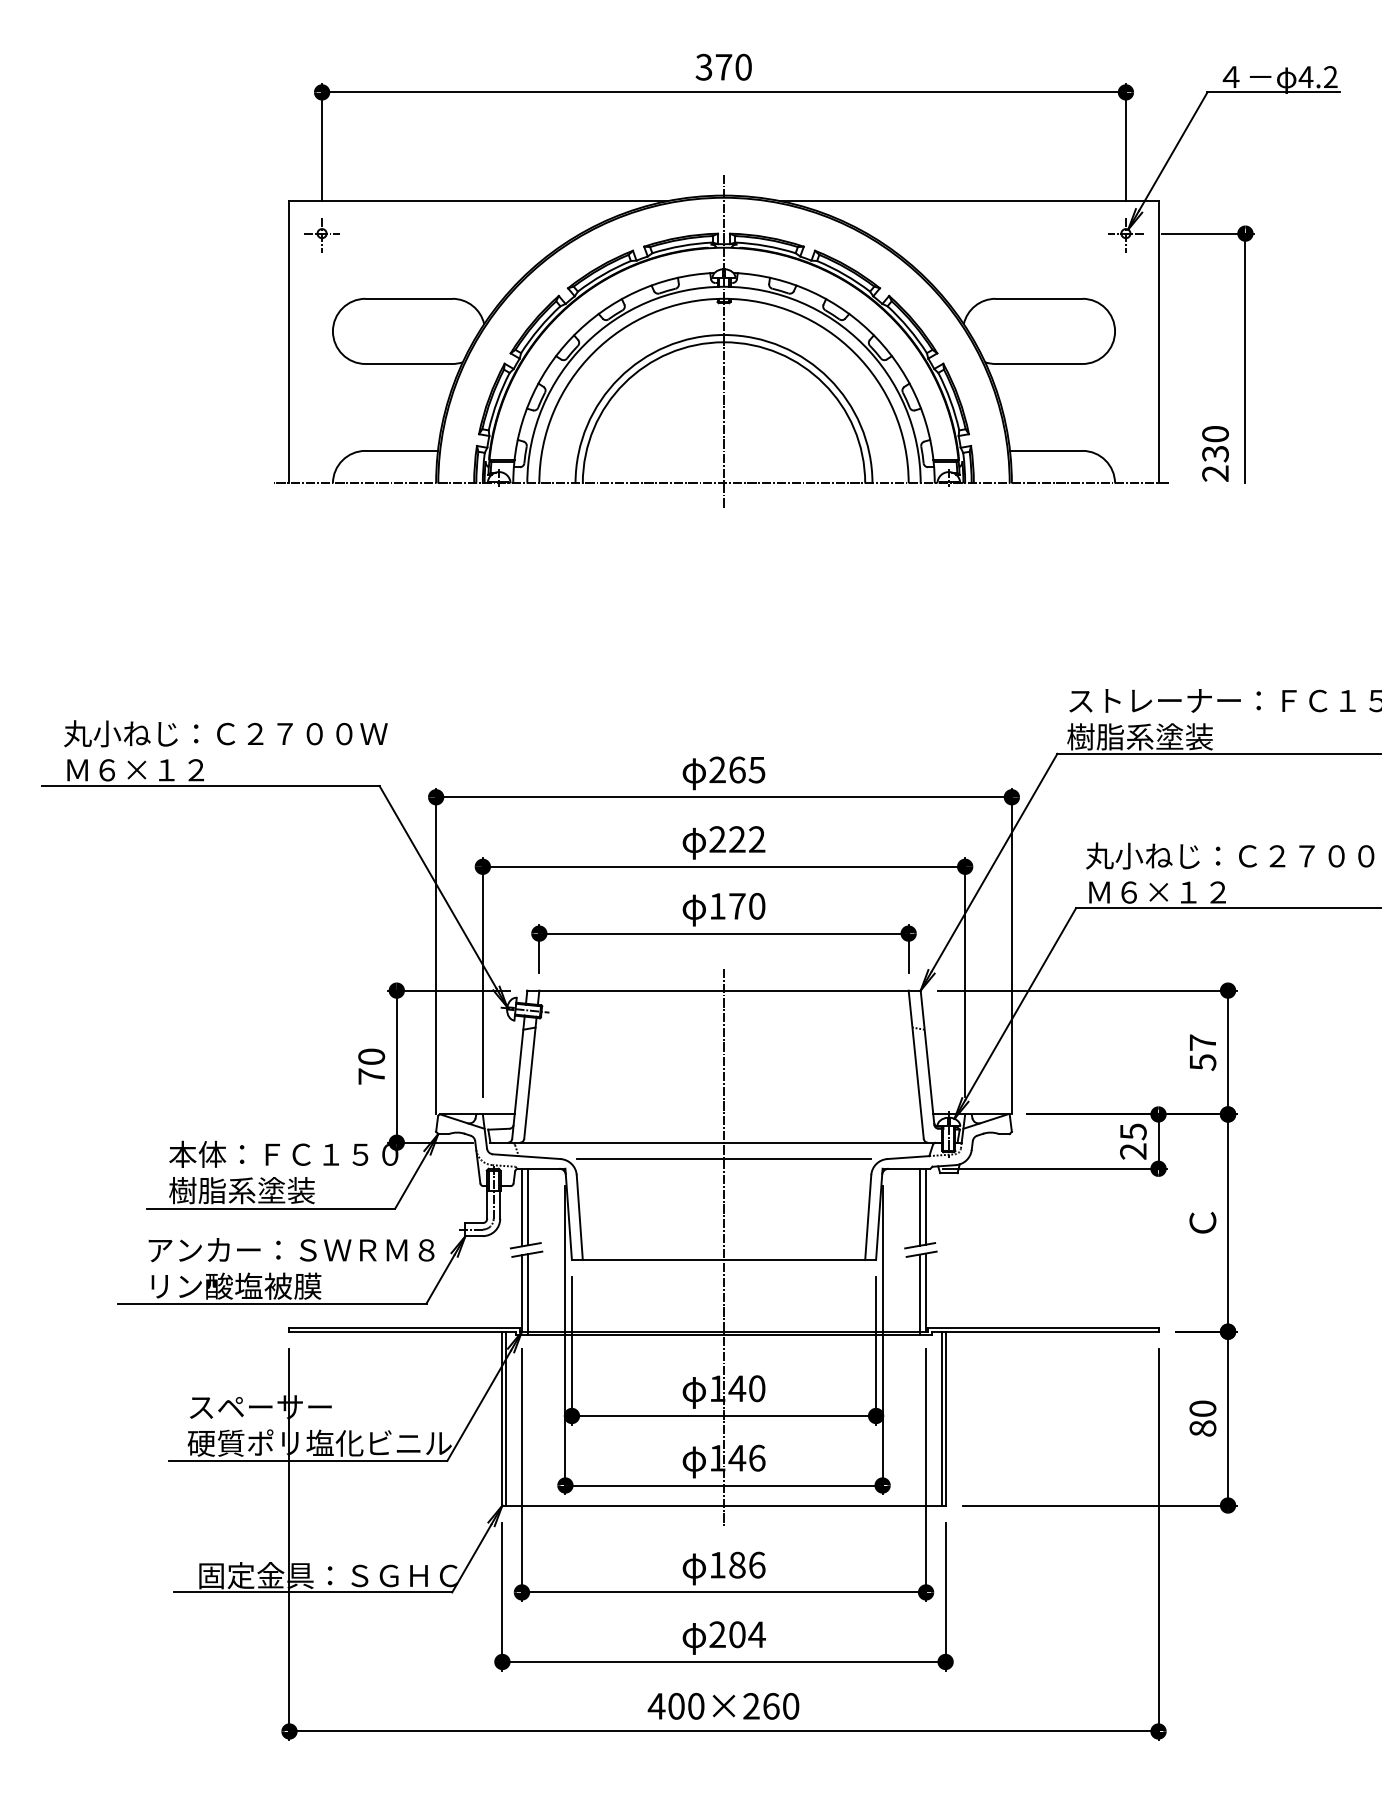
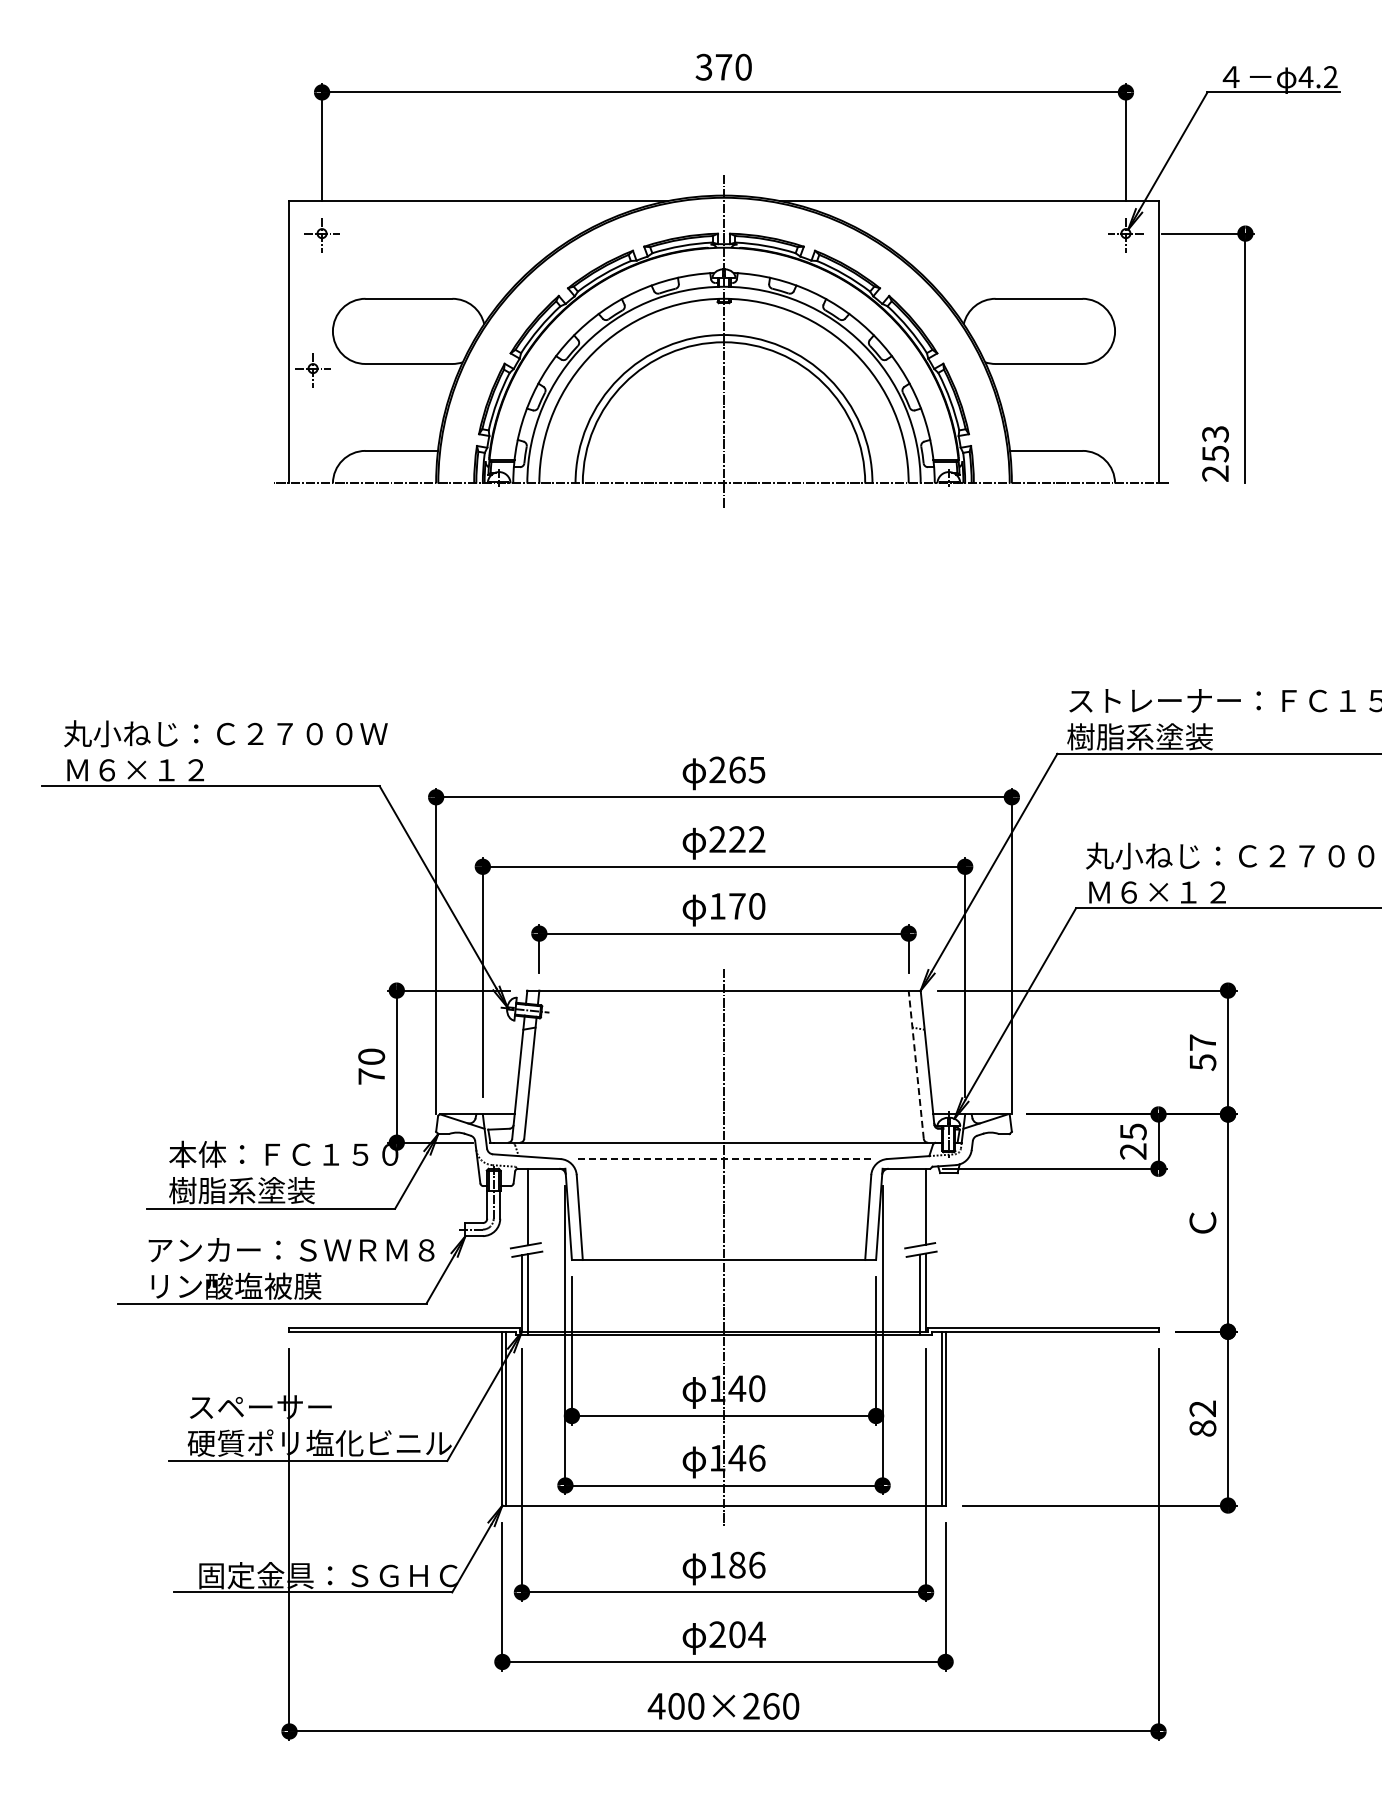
part at (312, 370): none -> present
text at (1215, 443): 230 -> 253
line at (916, 1064): solid -> dashed
line at (723, 1159): solid -> dashed
line at (919, 1206): present -> none
line at (521, 1207): present -> none
text at (1202, 1408): 80 -> 82
